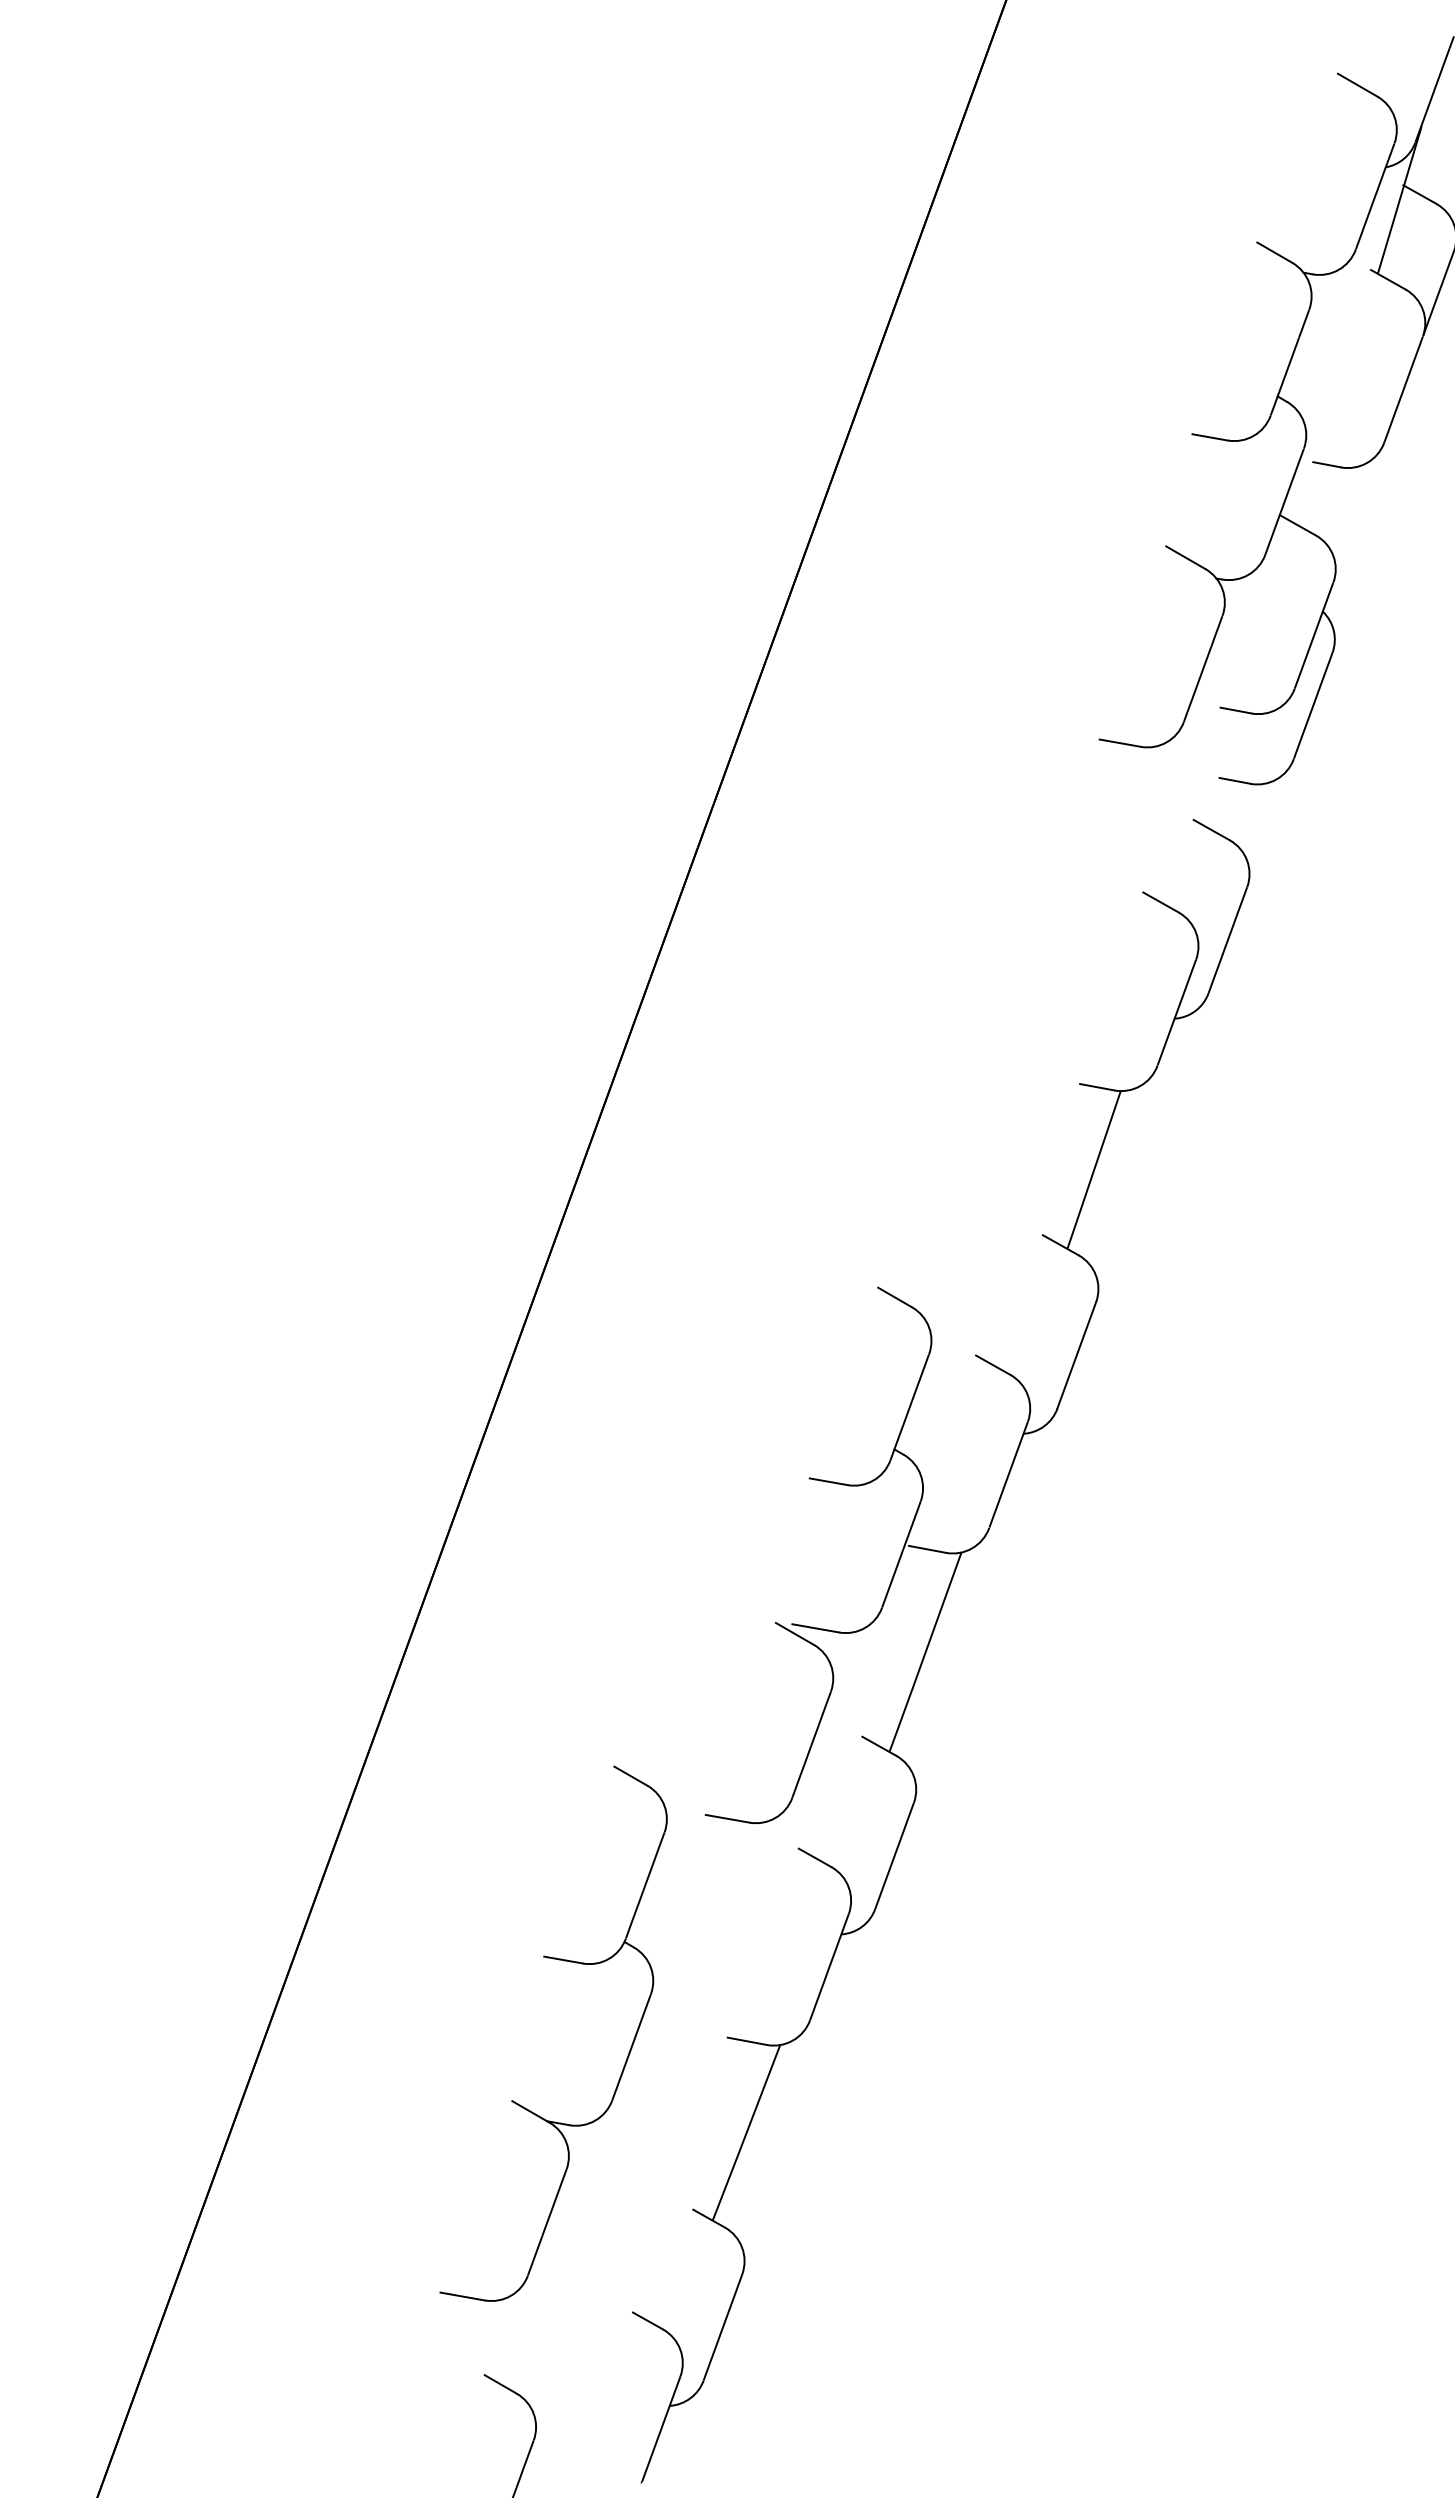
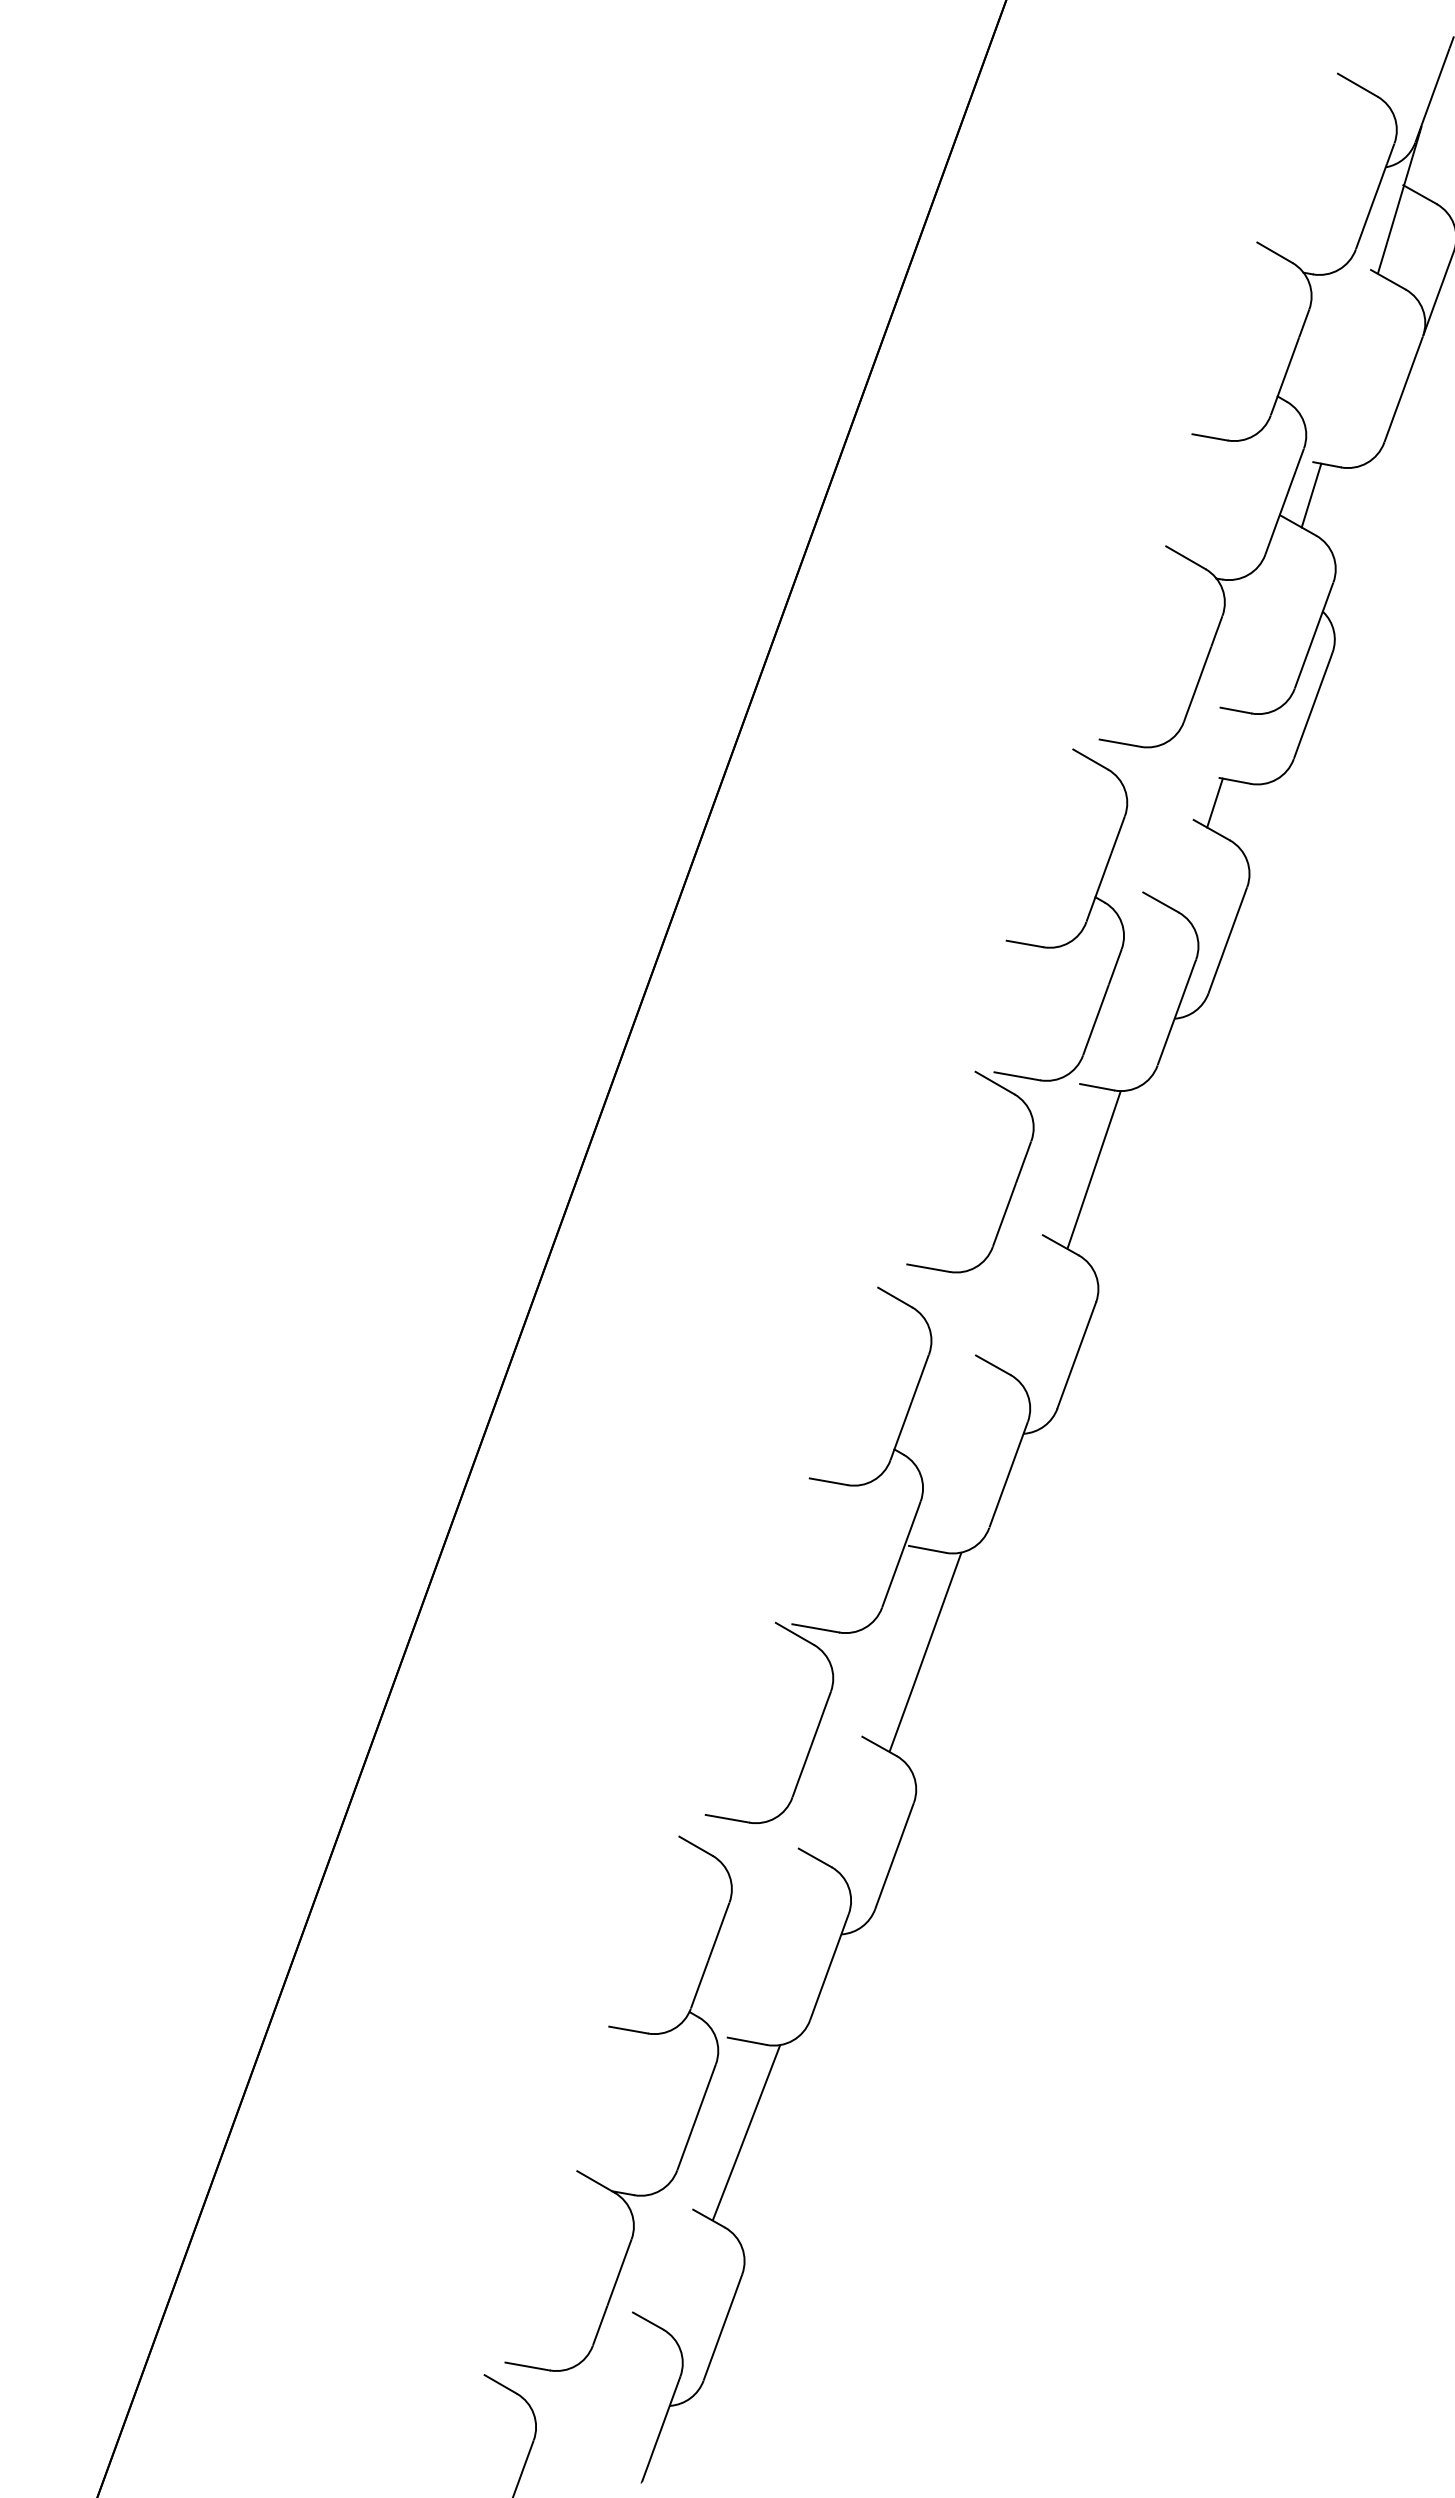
line at (1311, 495): none -> present
line at (1214, 802): none -> present
part at (1008, 1073): none -> present
part at (564, 1961) position: (564, 1961) -> (629, 2031)
